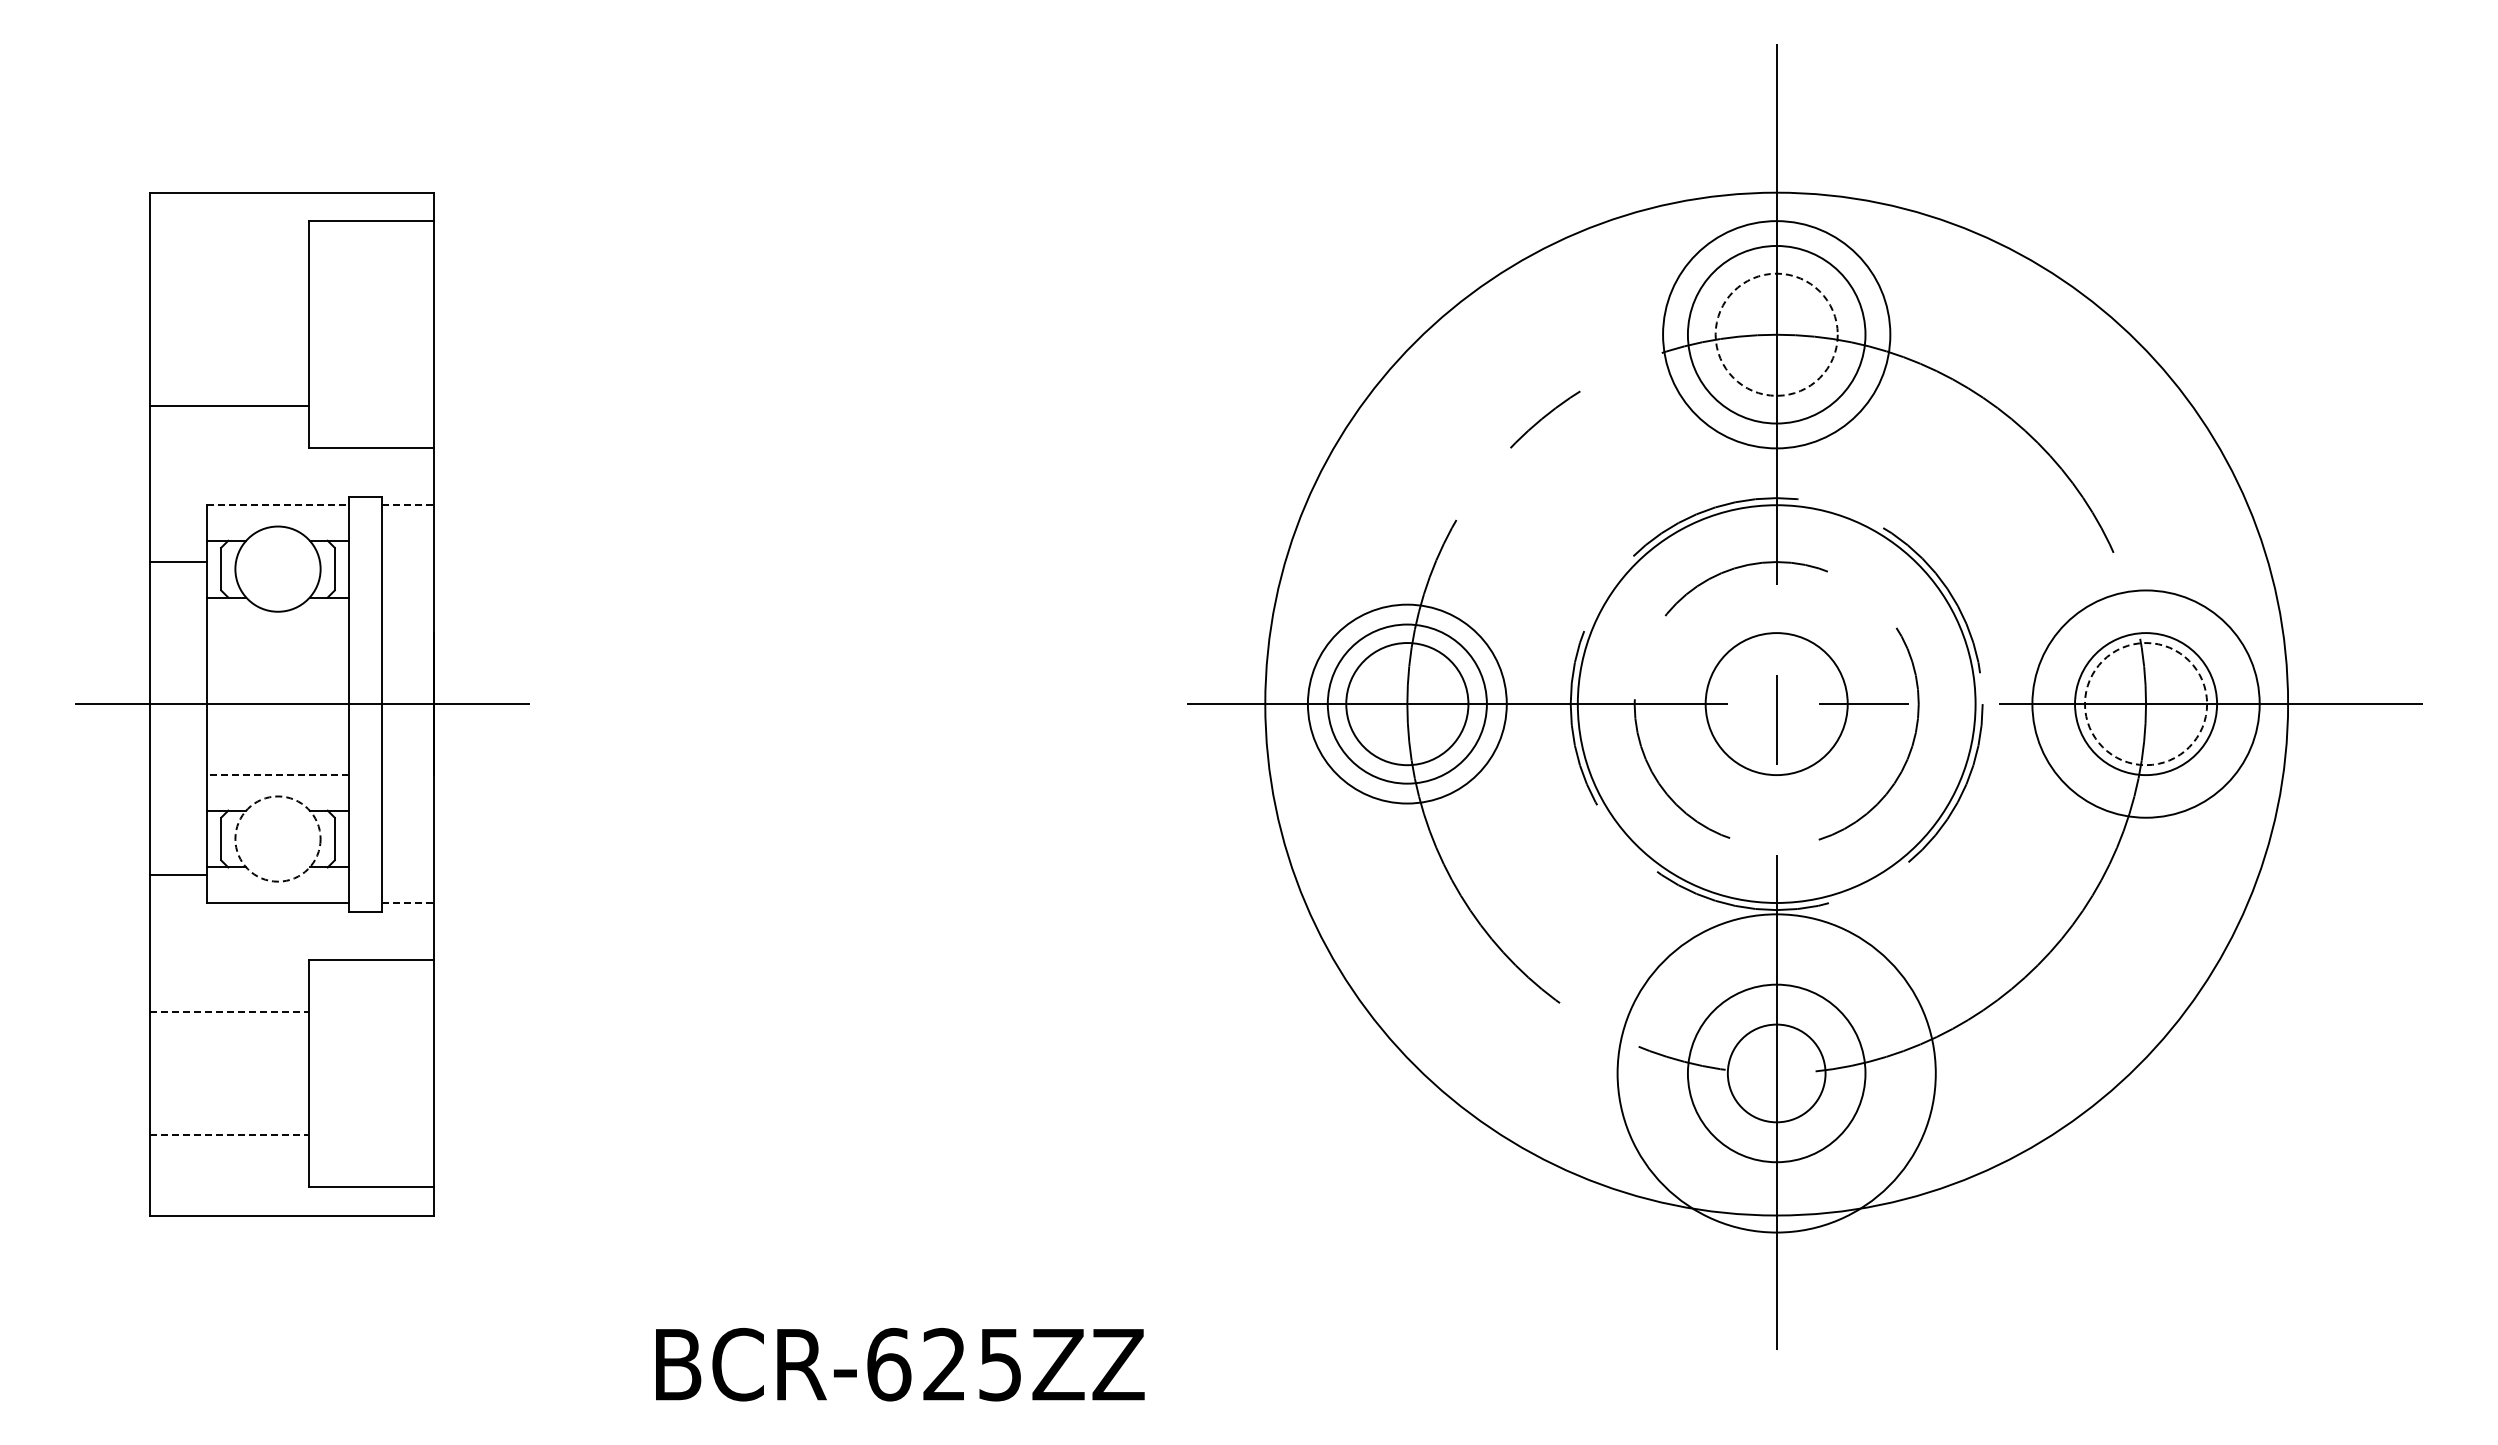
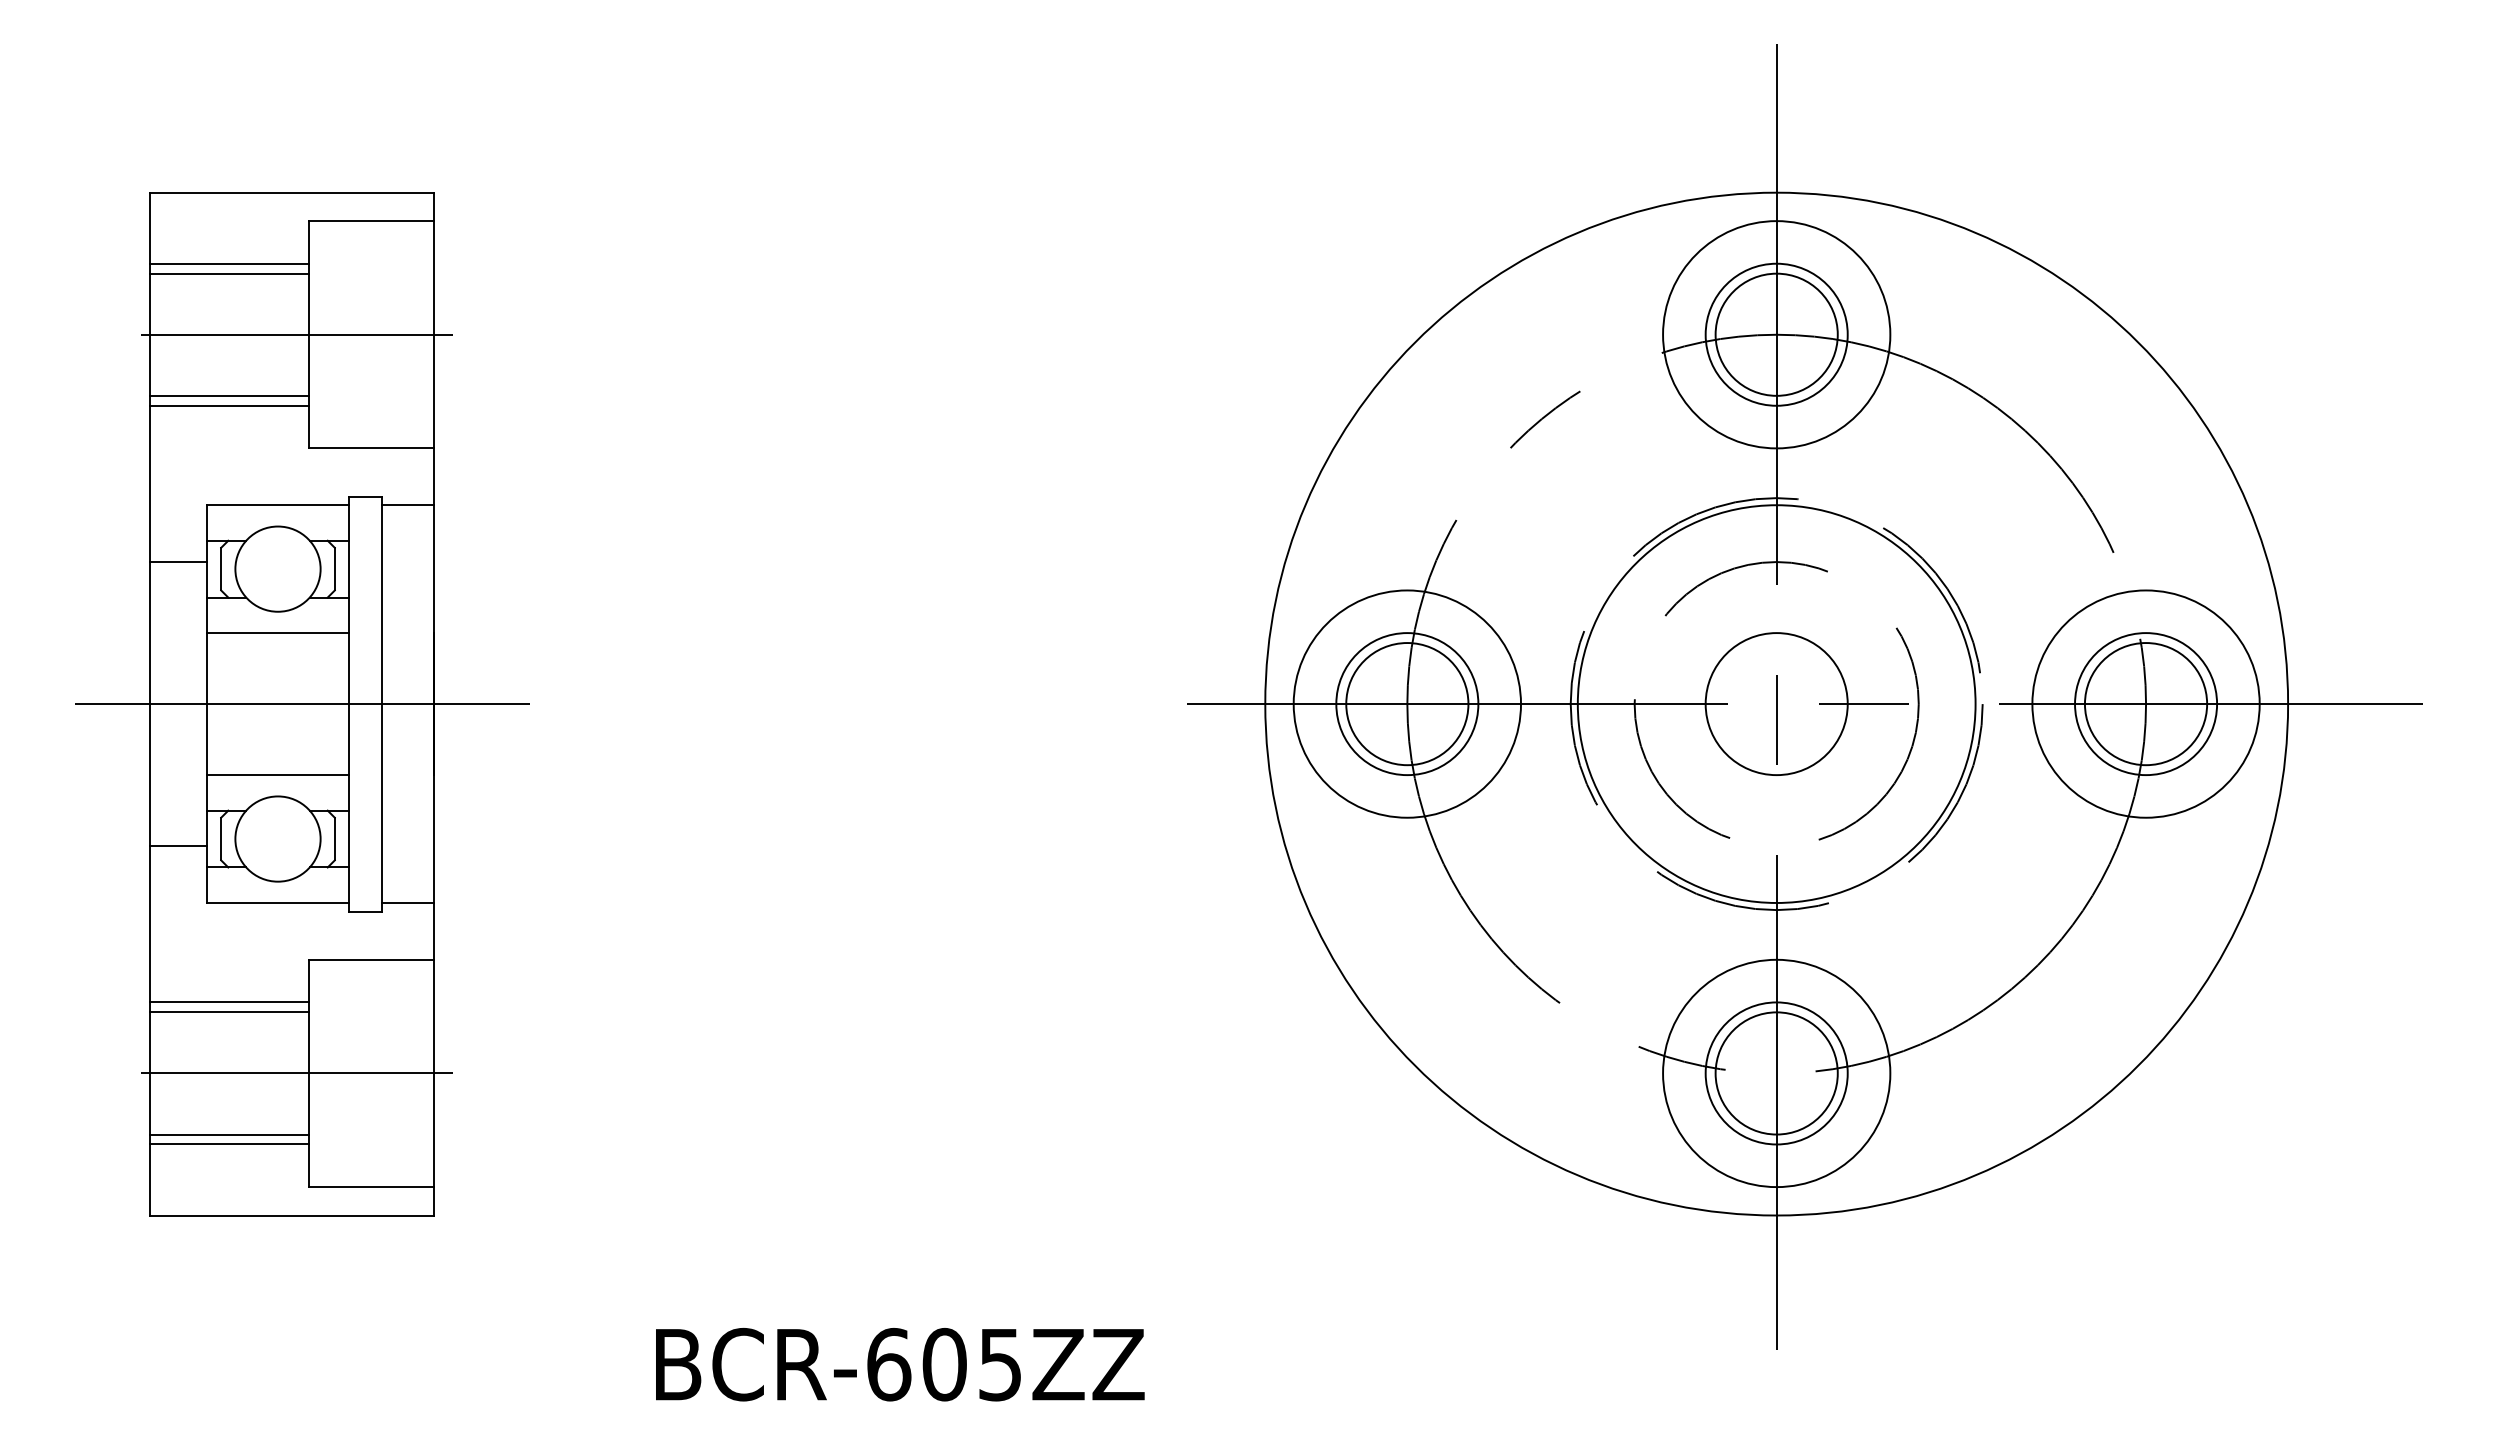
line at (229, 263): none -> present
line at (229, 273): none -> present
line at (296, 334): none -> present
circle at (1776, 334) diameter: 178 px -> 142 px
circle at (1776, 334): dashed -> solid
line at (229, 395): none -> present
line at (278, 505): dashed -> solid
line at (408, 505): dashed -> solid
line at (277, 633): none -> present
circle at (1406, 703) diameter: 159 px -> 227 px
circle at (1406, 703) diameter: 199 px -> 142 px
circle at (2145, 704): dashed -> solid
line at (277, 775): dashed -> solid
circle at (277, 838): dashed -> solid
line at (178, 875) position: (178, 875) -> (178, 846)
line at (408, 902): dashed -> solid
line at (229, 1002): none -> present
line at (229, 1012): dashed -> solid
line at (296, 1073): none -> present
circle at (1776, 1073) diameter: 178 px -> 142 px
circle at (1776, 1073) diameter: 318 px -> 227 px
circle at (1776, 1073) diameter: 98 px -> 122 px
line at (229, 1134): dashed -> solid
line at (229, 1144): none -> present
text at (944, 1364): BCR-625ZZ -> BCR-605ZZ
